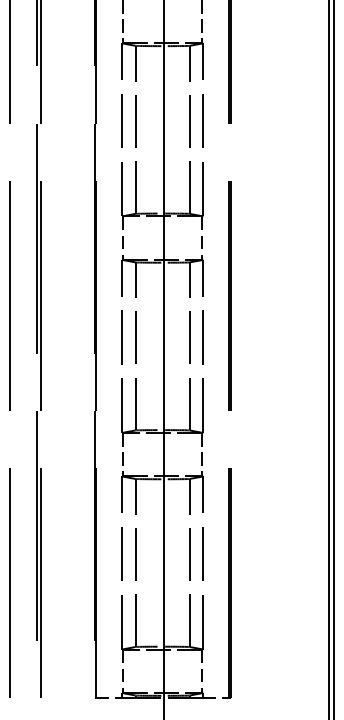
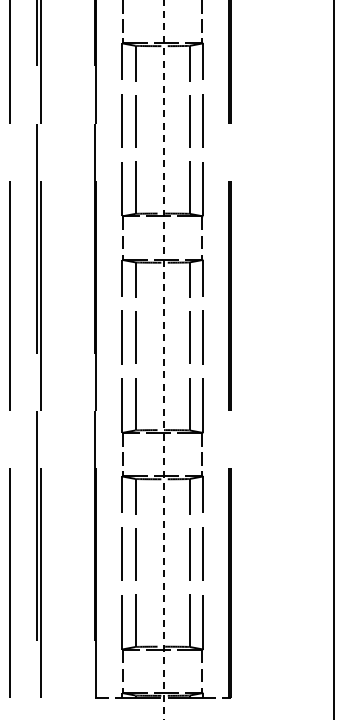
line at (163, 359): solid -> dashed
line at (328, 359): present -> none
